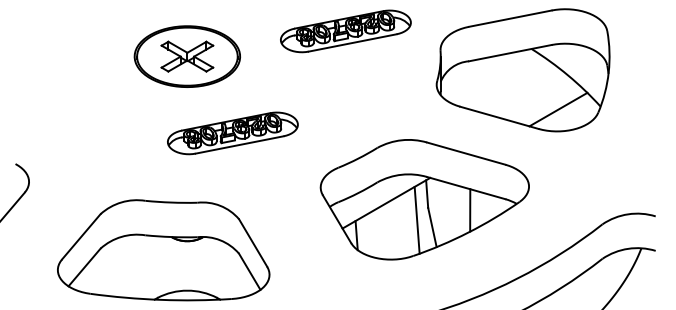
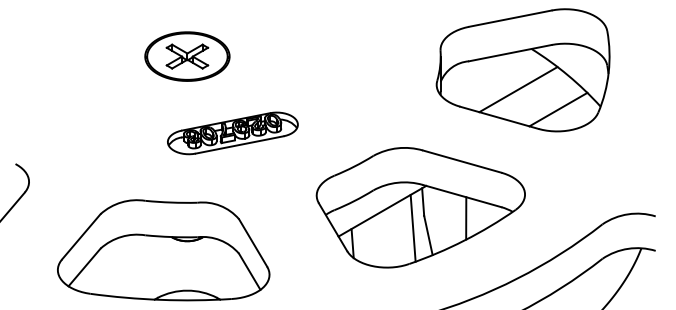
part at (345, 31): present -> none
part at (186, 56) size: 108x63 px -> 87x51 px
line at (518, 89): none -> present
part at (424, 199) position: (424, 199) -> (420, 207)
